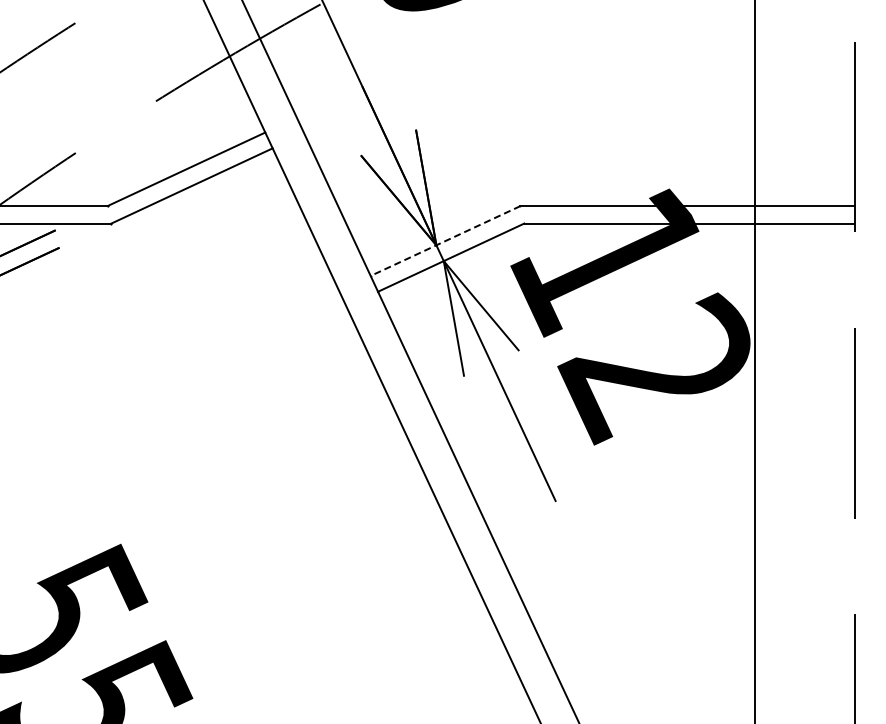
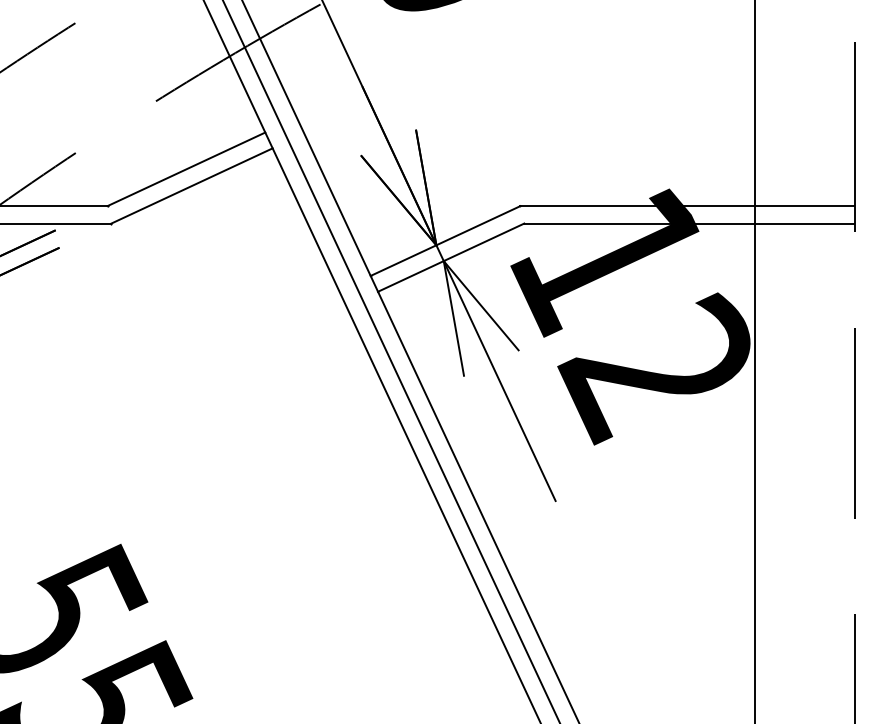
line at (445, 241): dashed -> solid
line at (390, 361): none -> present
